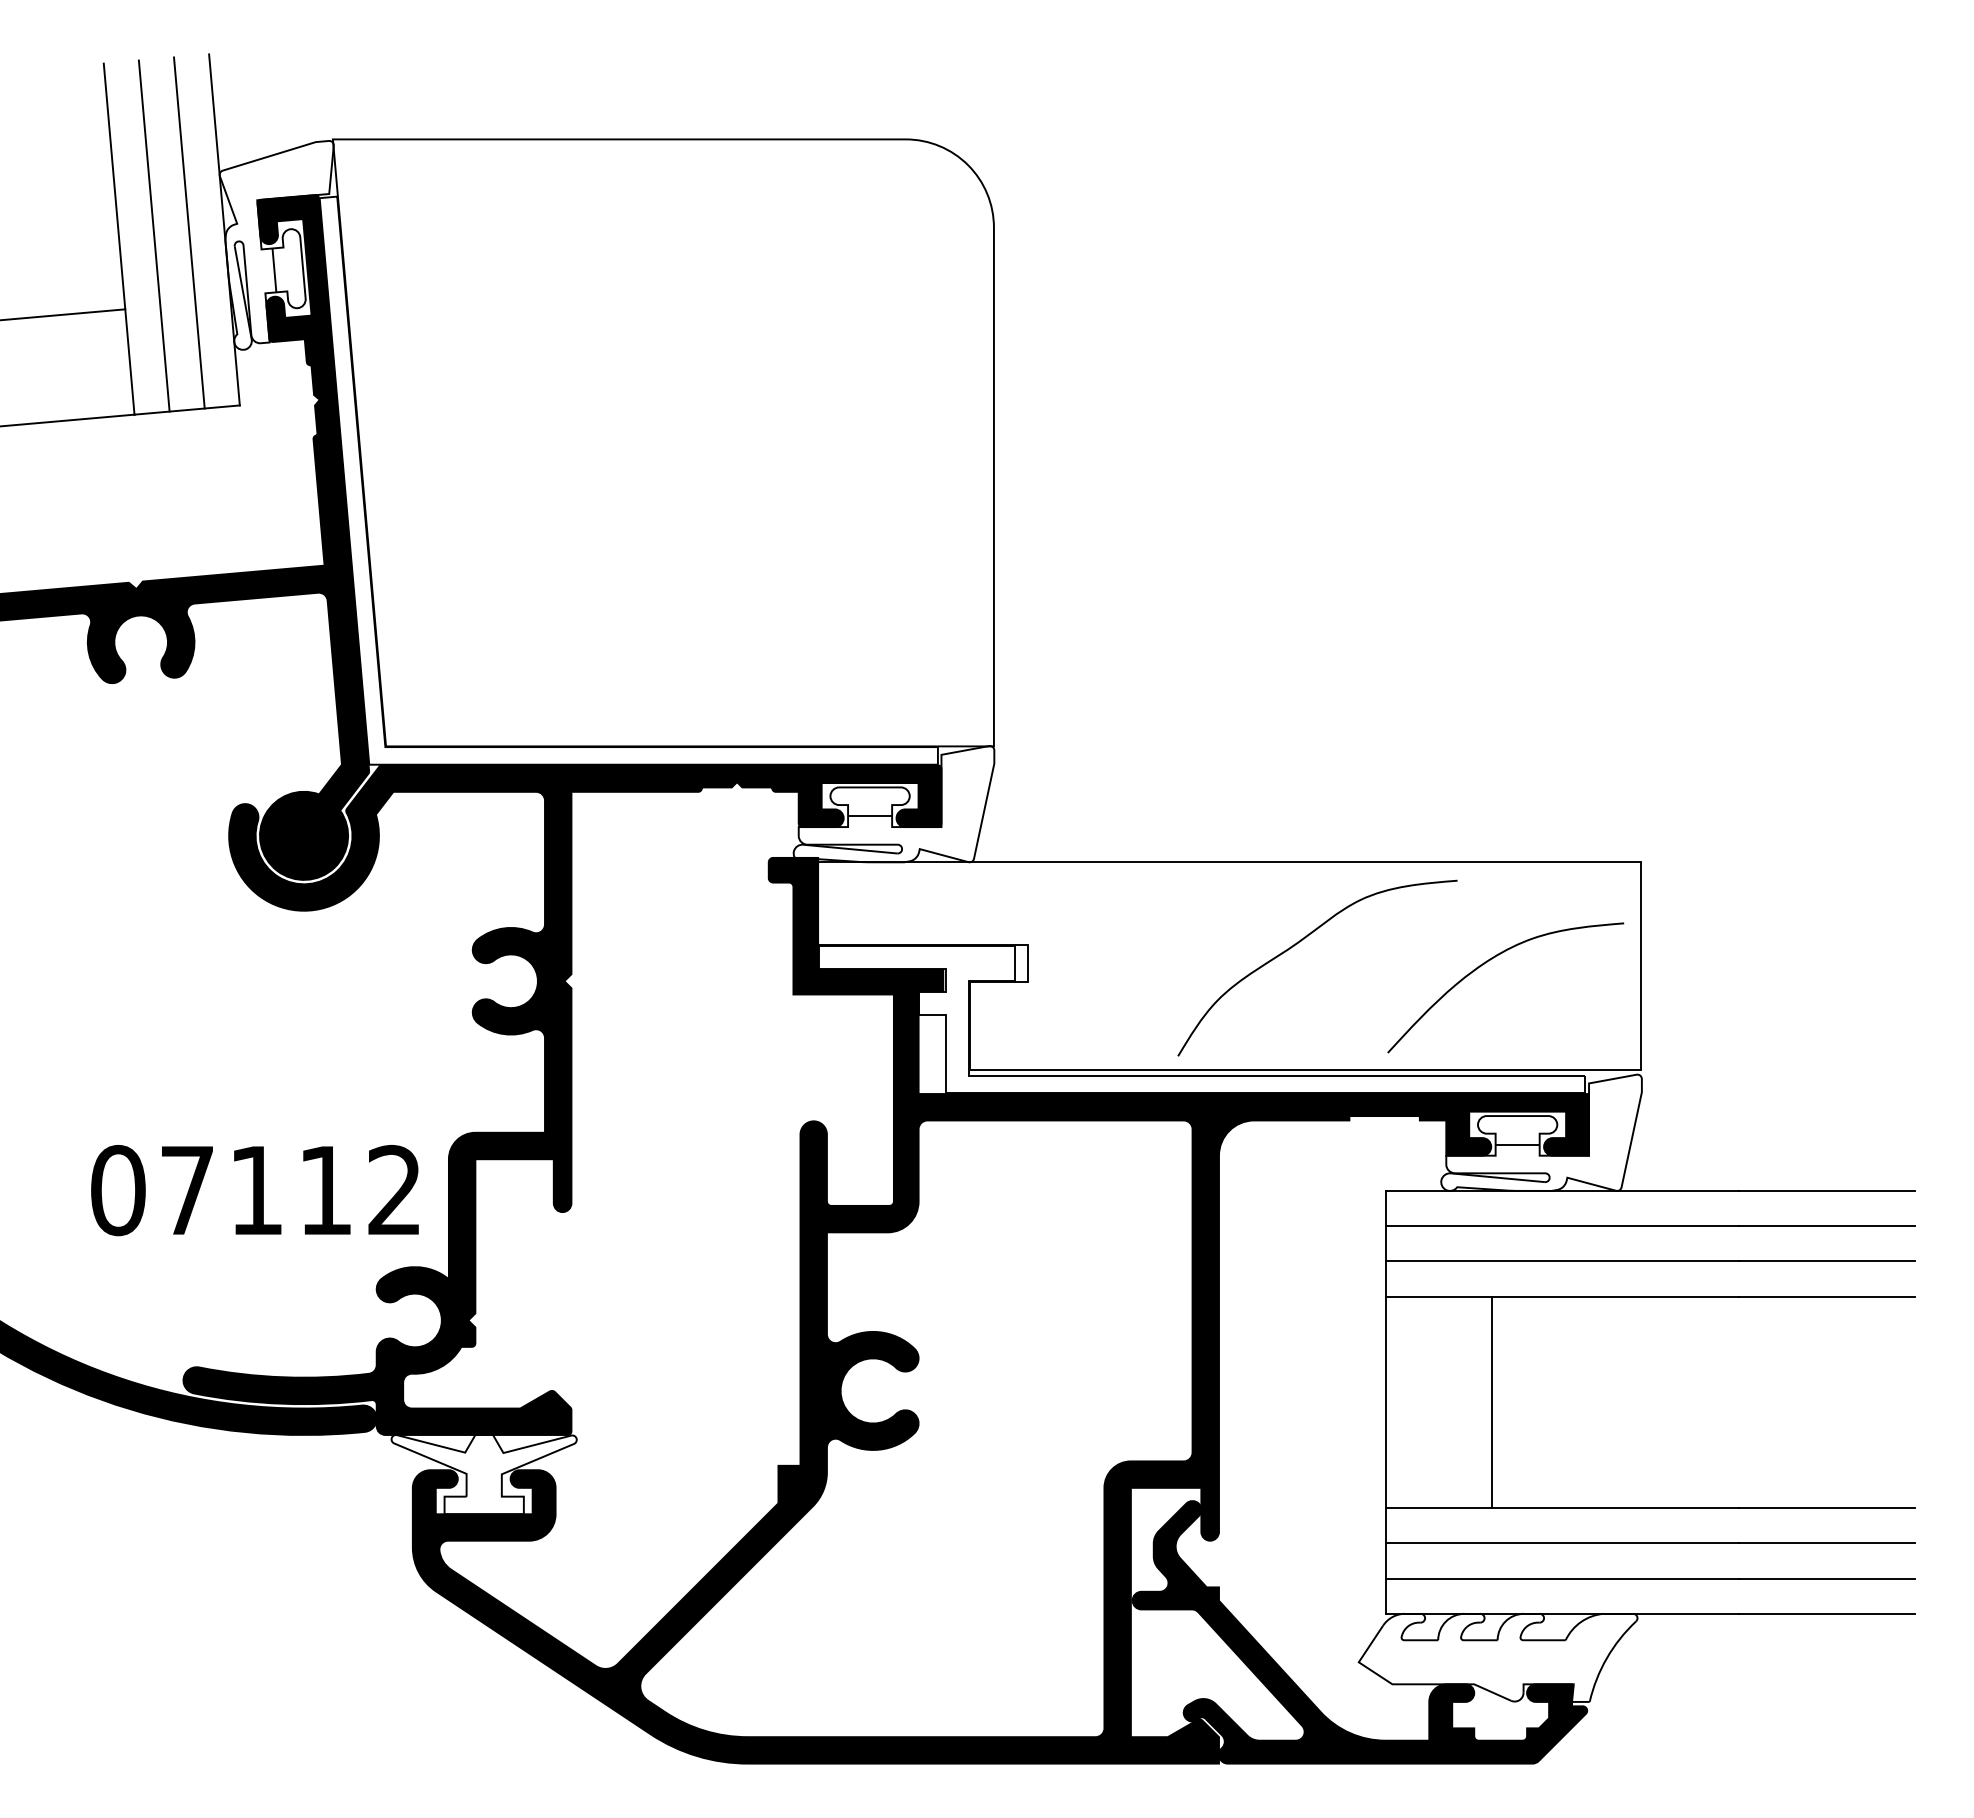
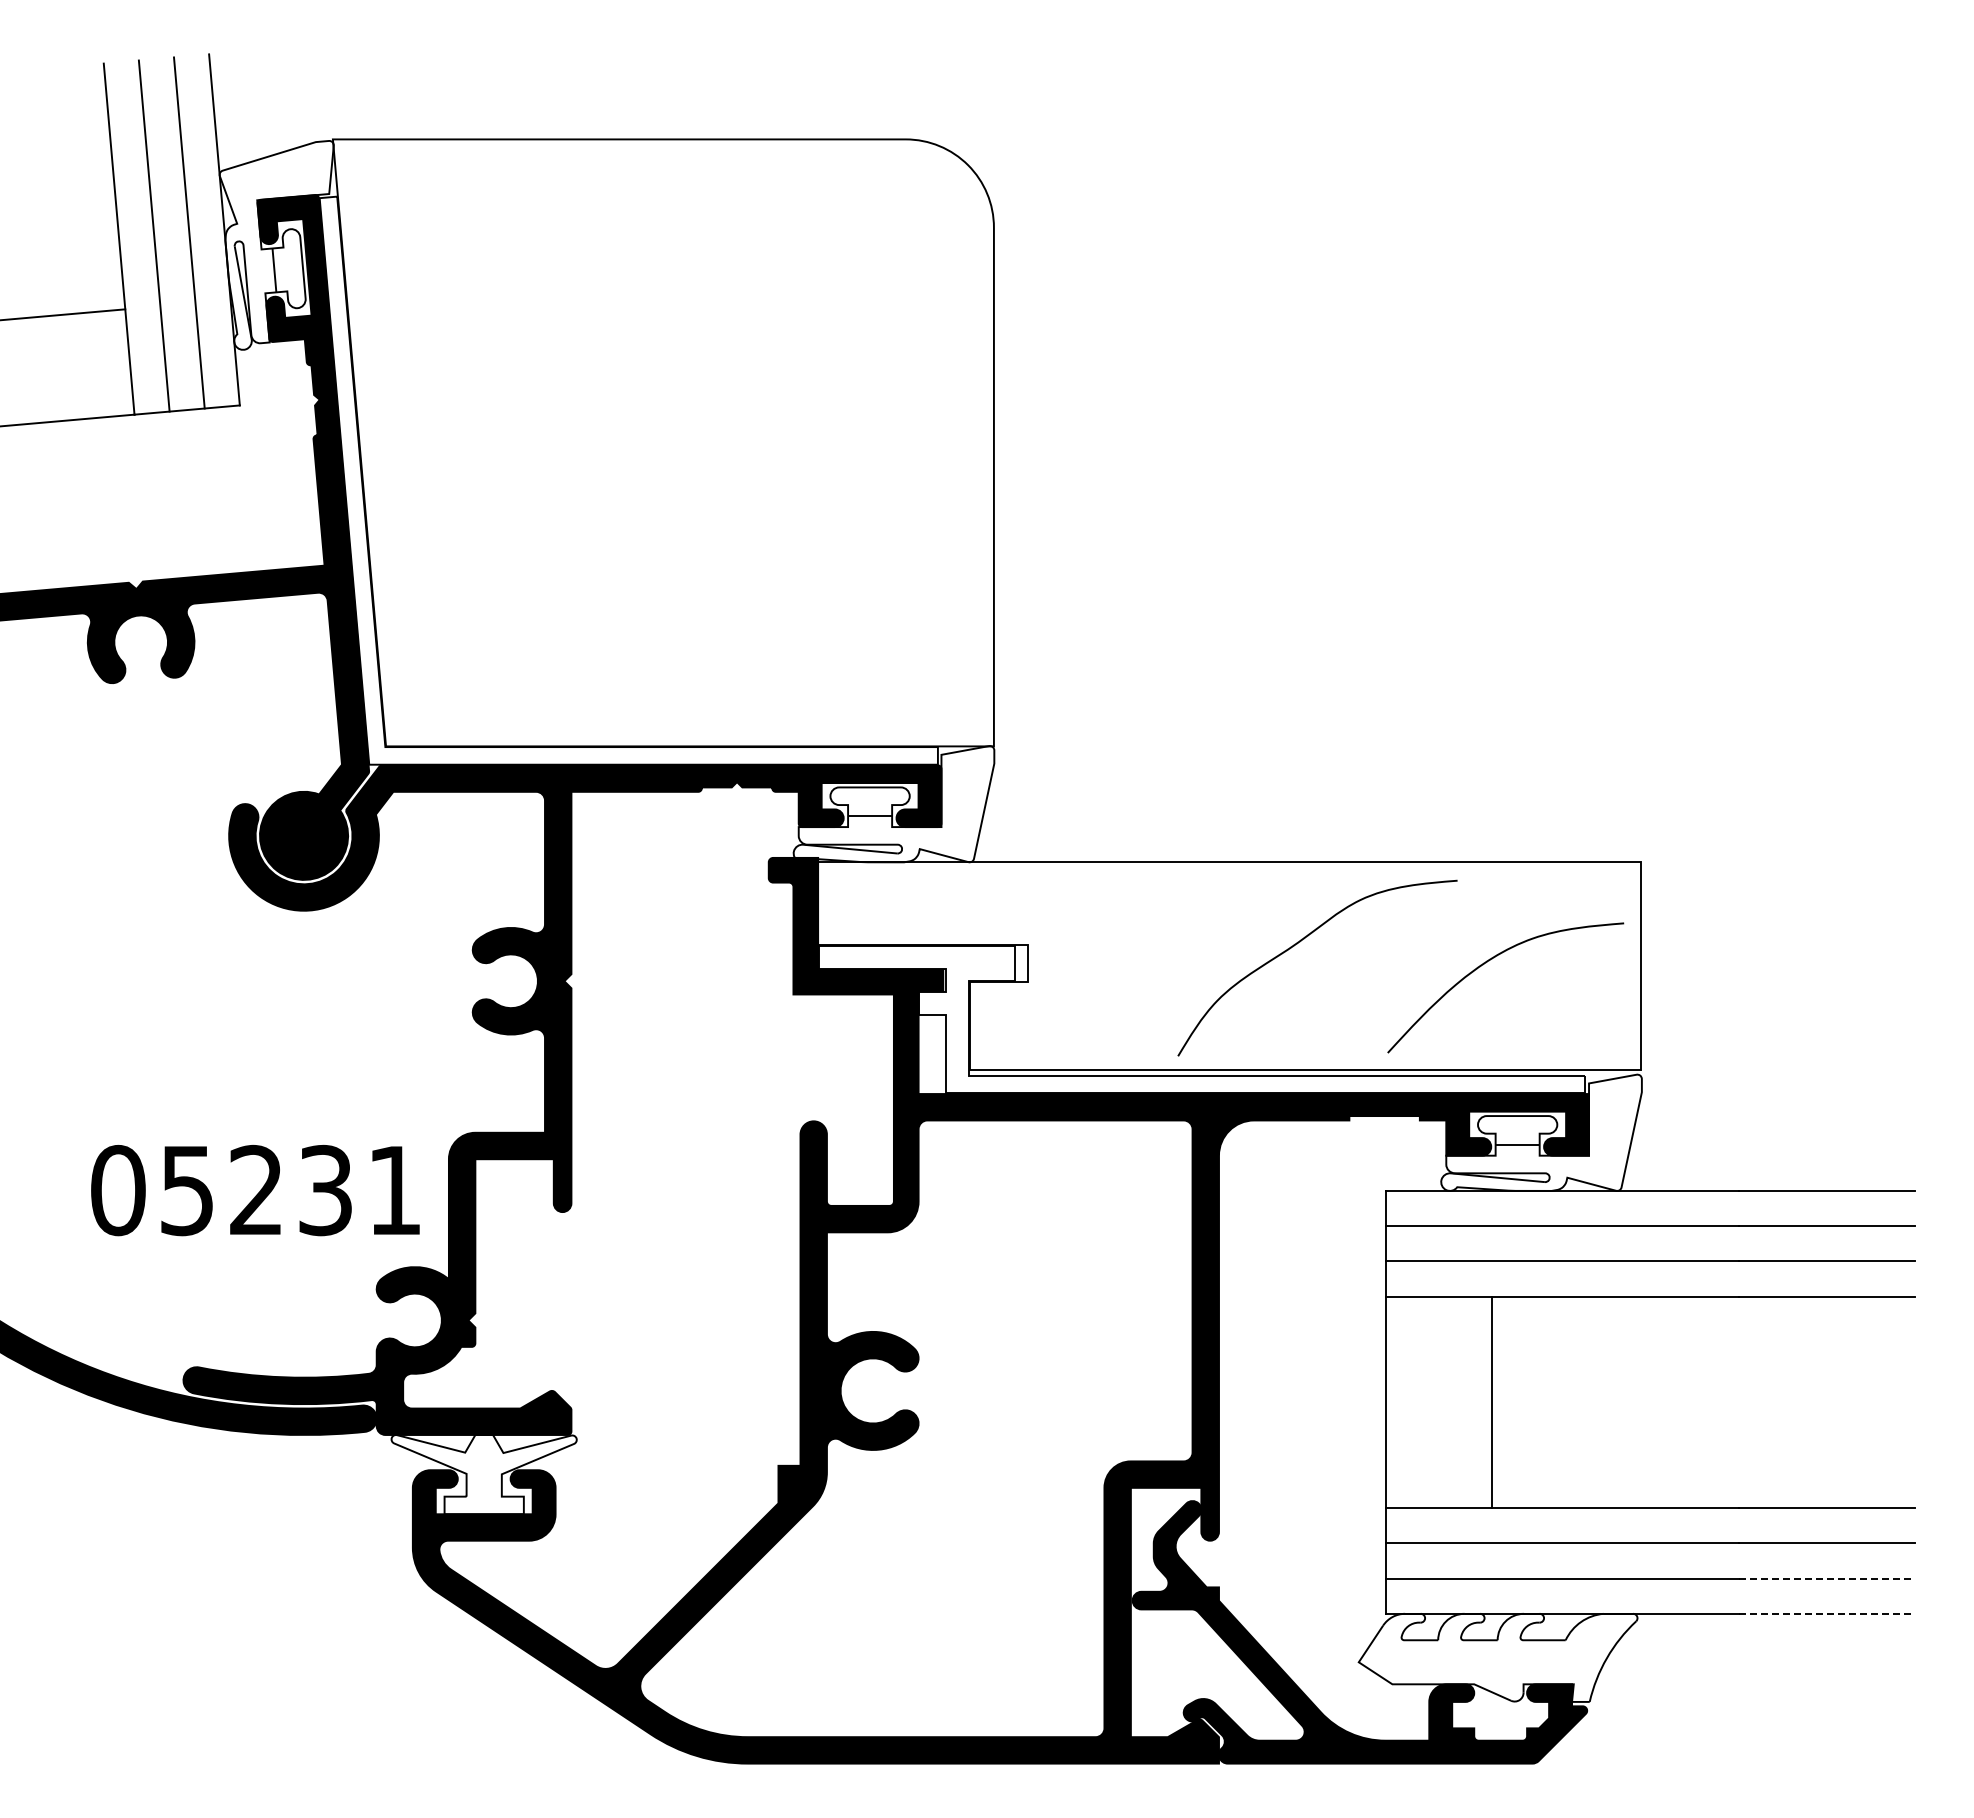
text at (290, 1190): 07112 -> 05231
line at (1827, 1578): solid -> dashed
line at (1827, 1613): solid -> dashed
